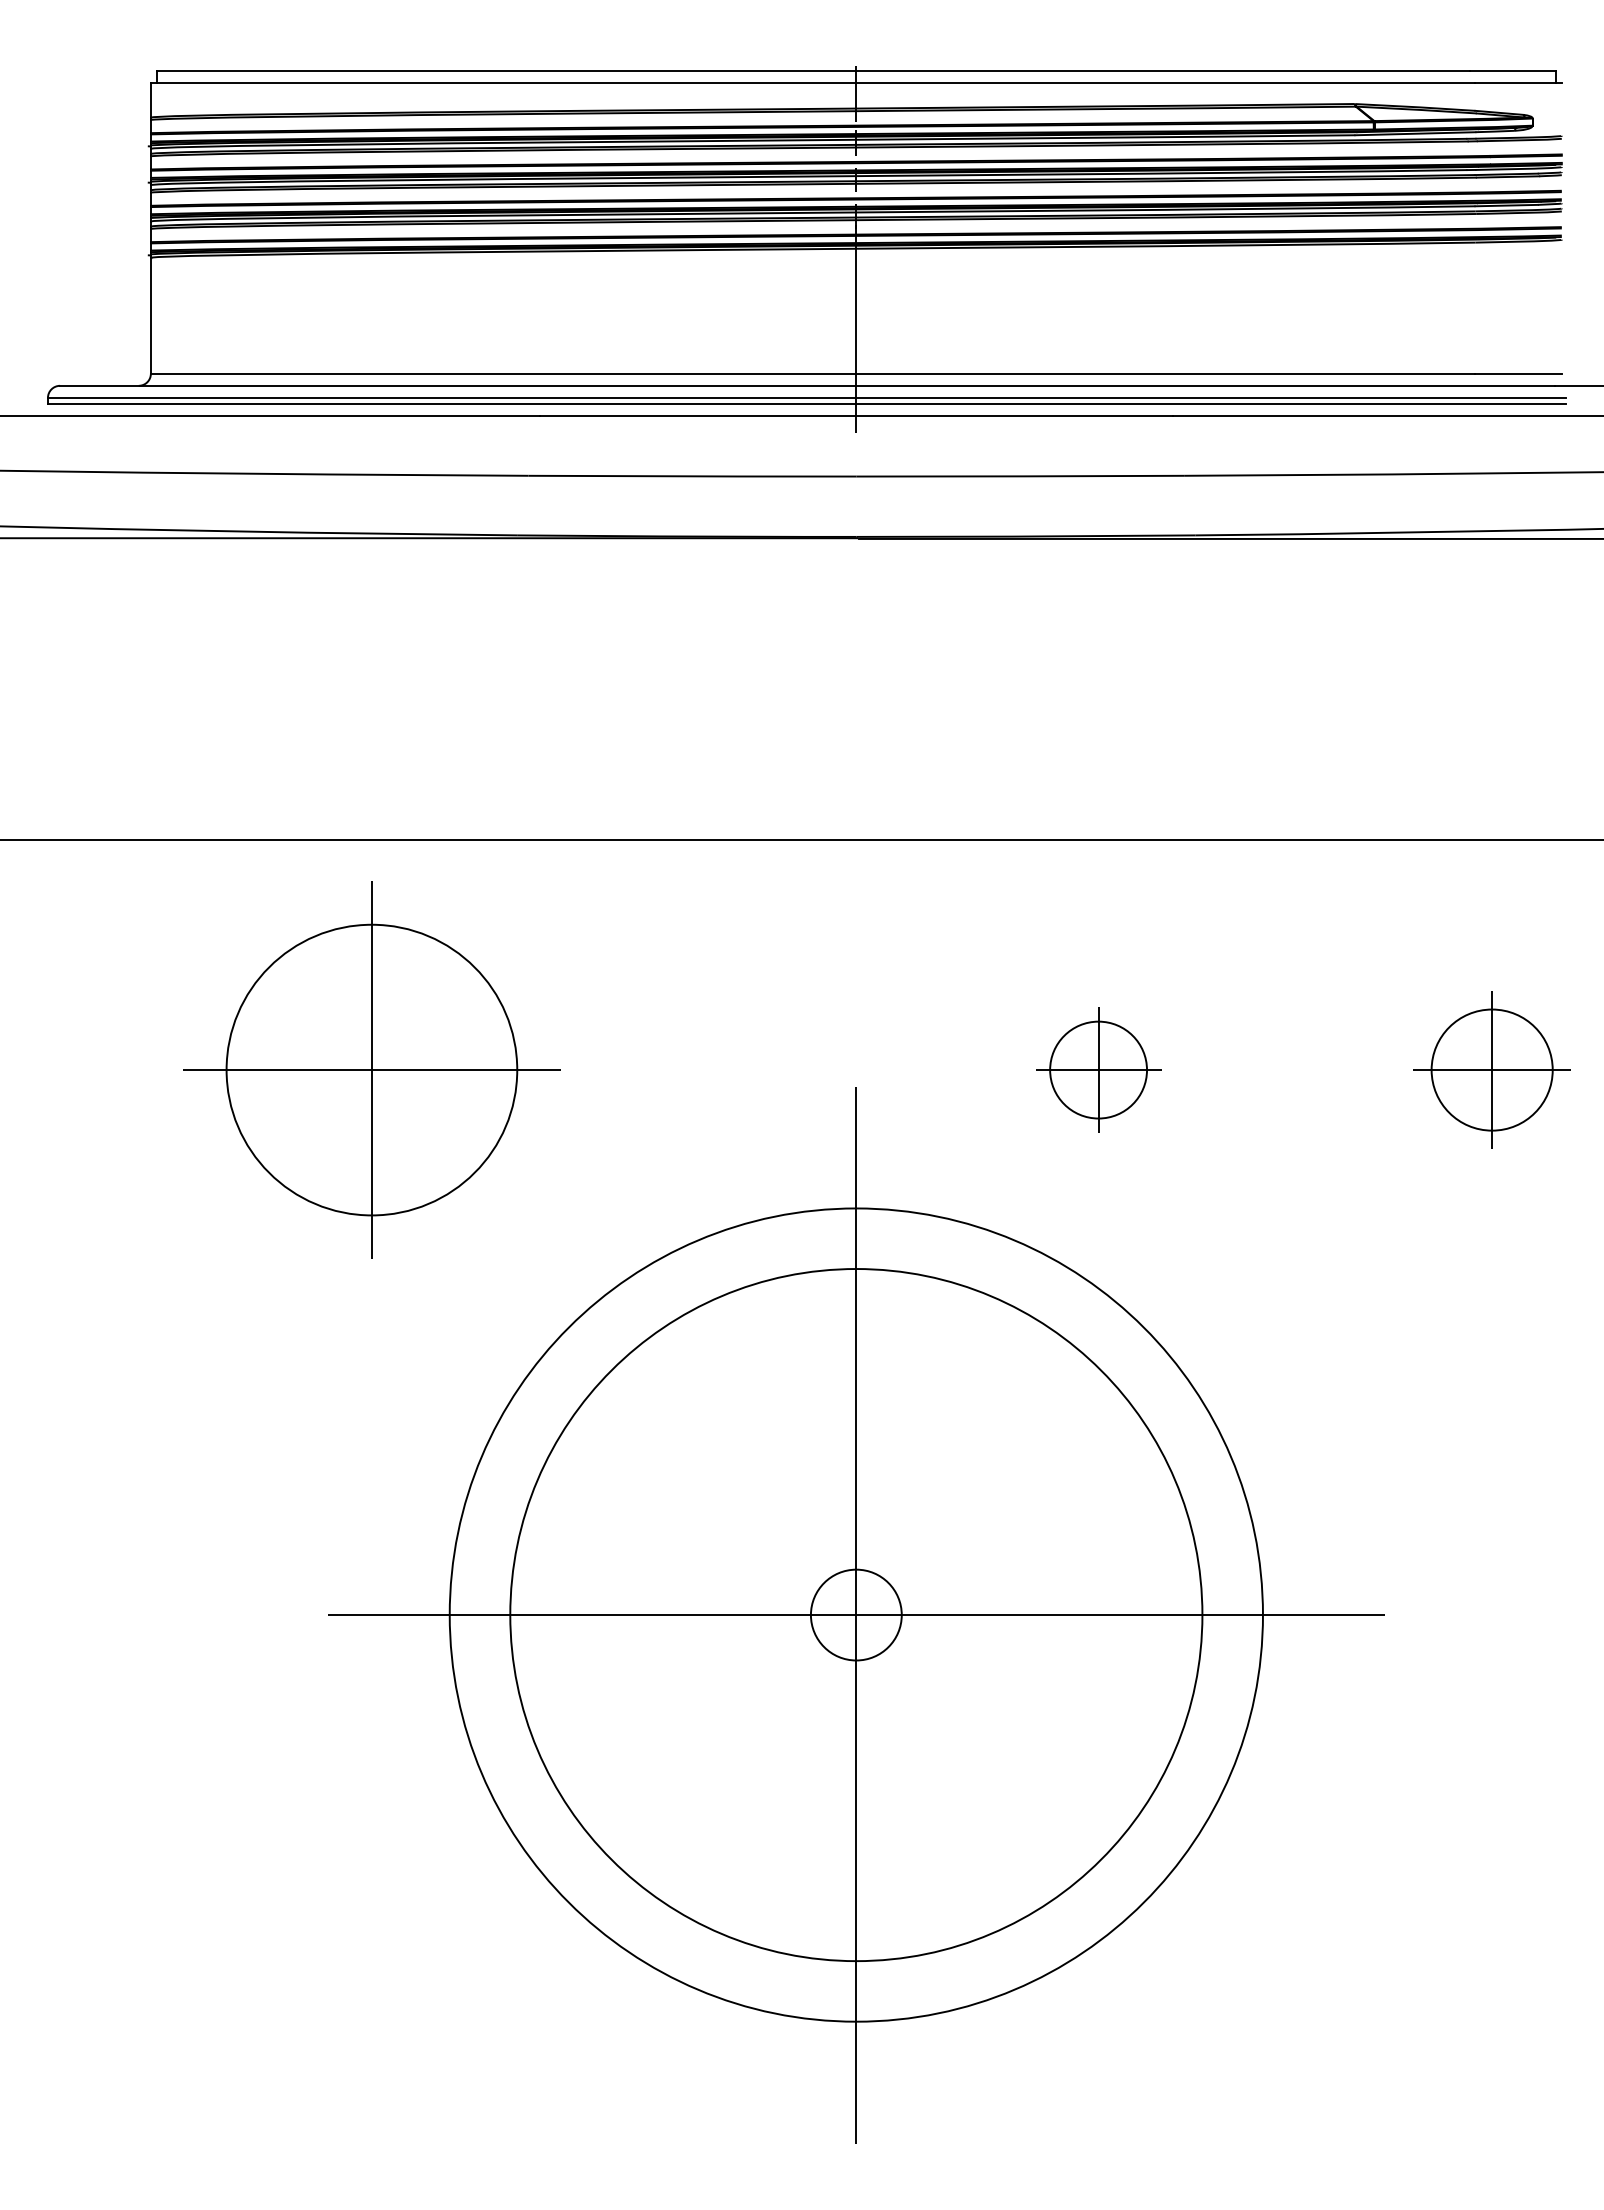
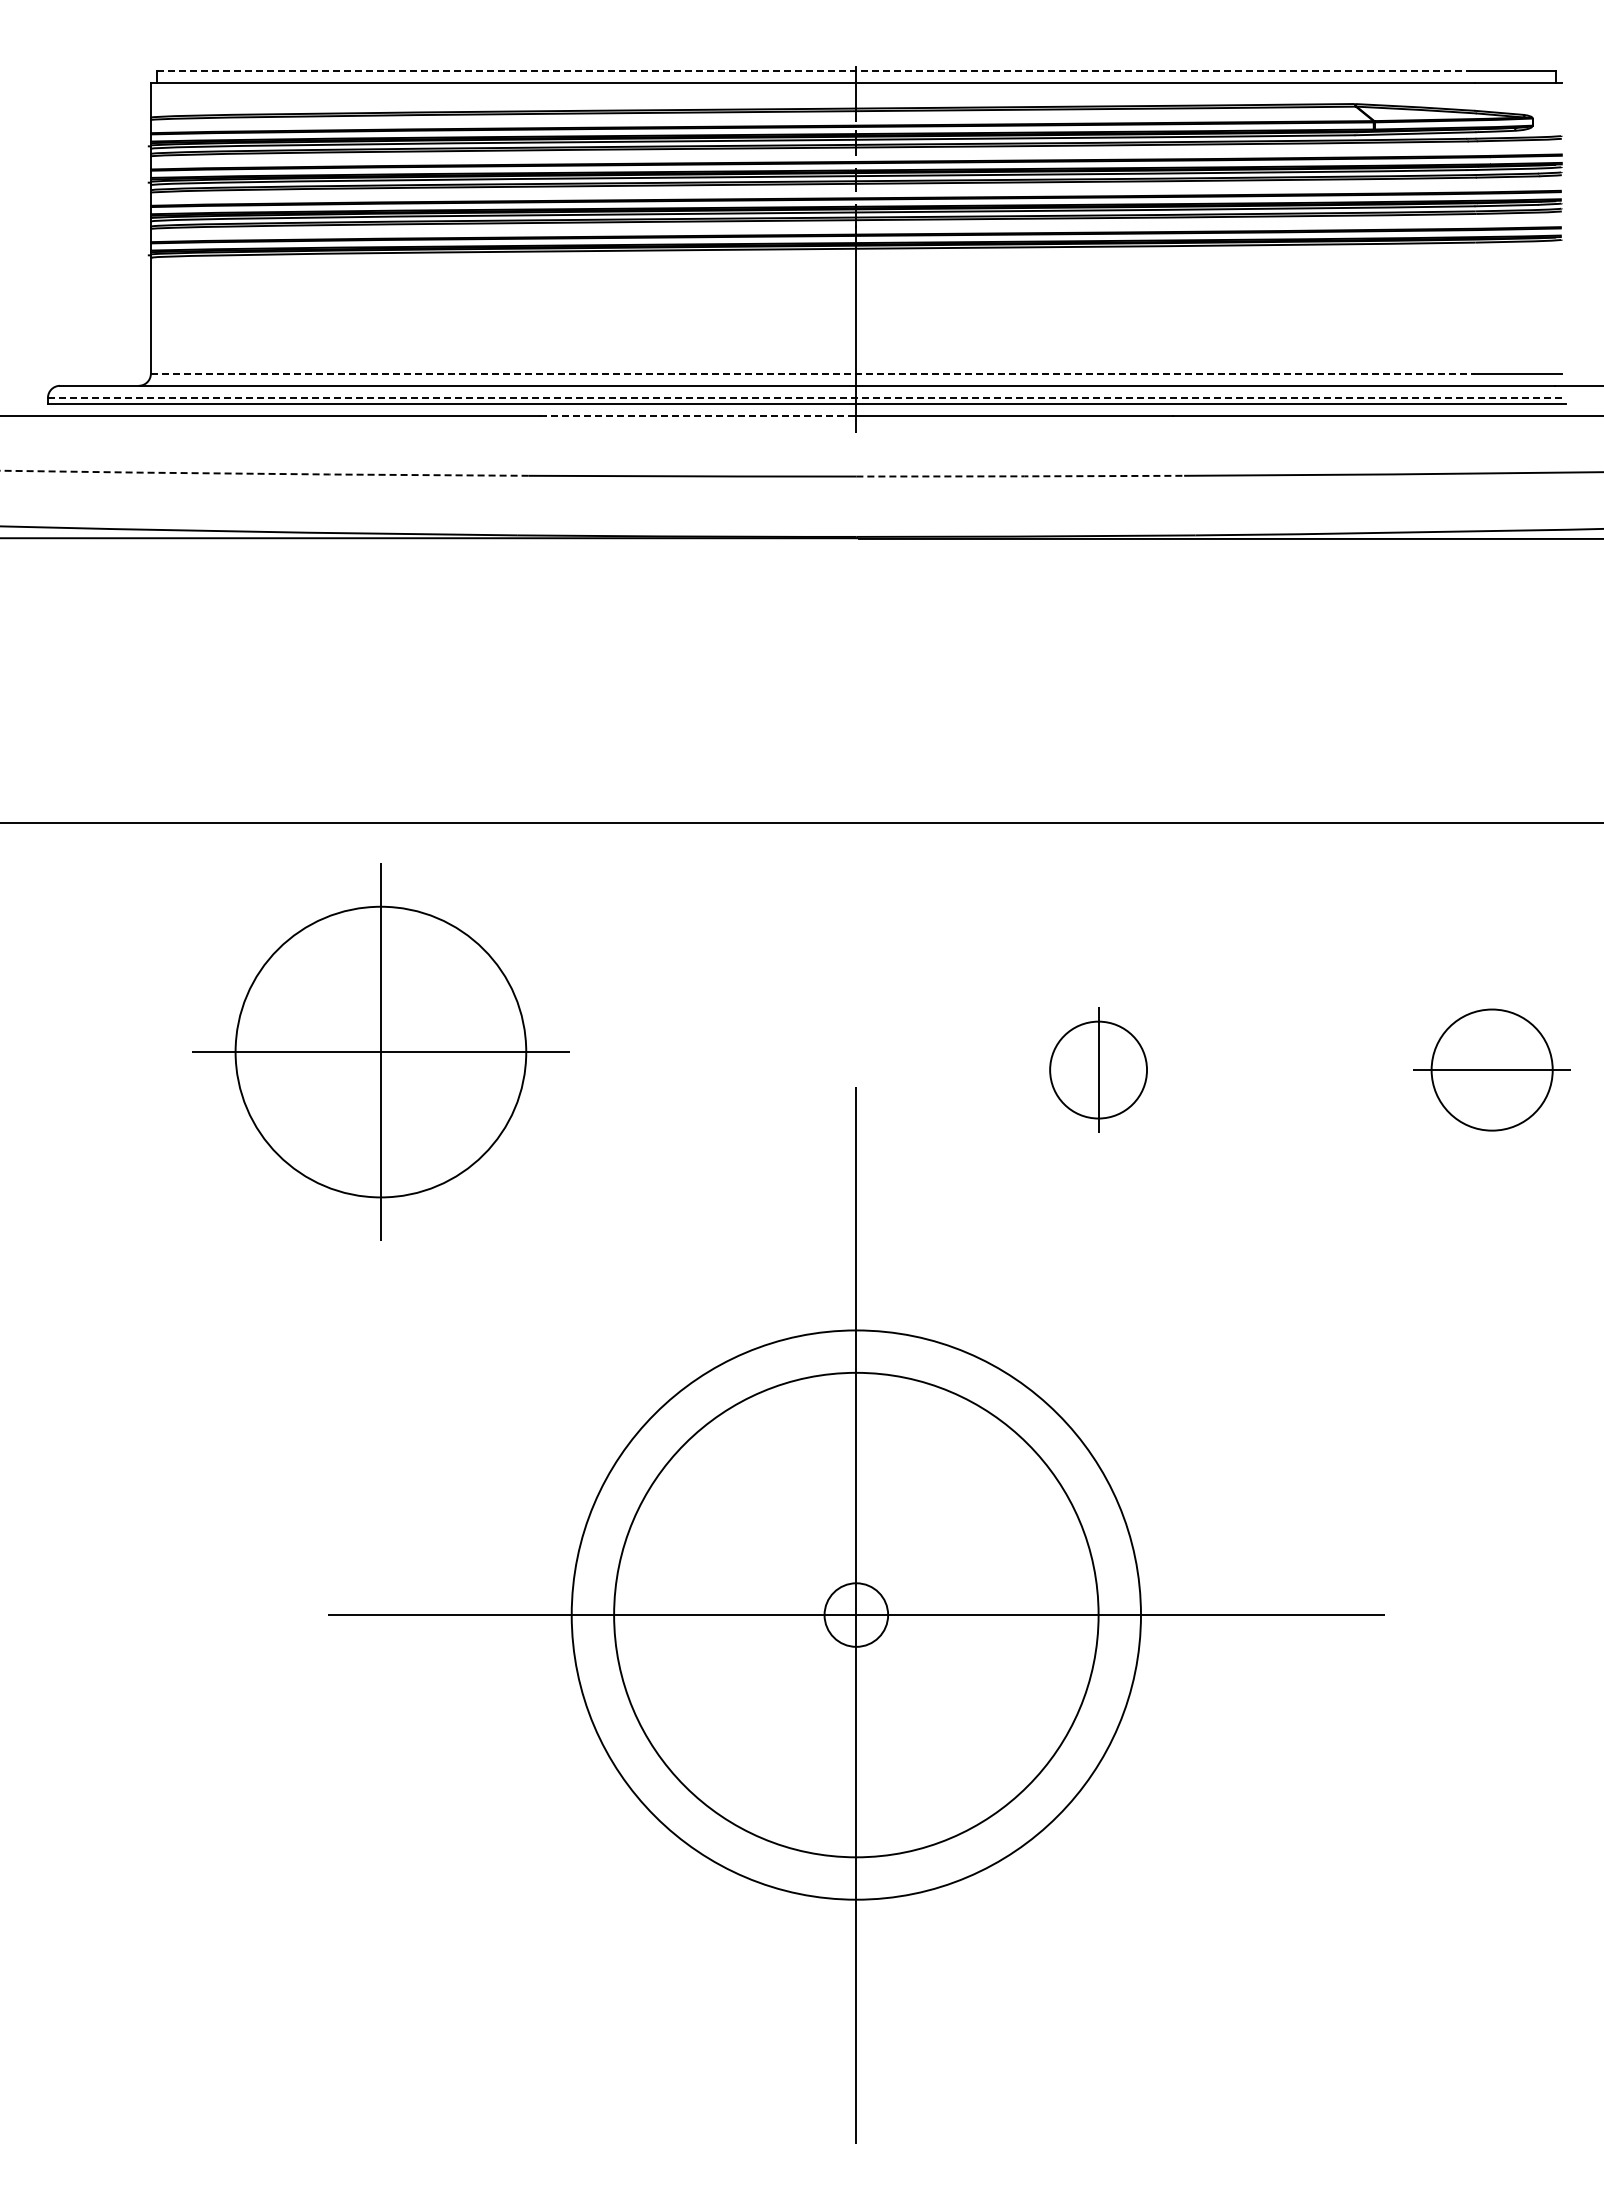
line at (813, 70): solid -> dashed
line at (813, 373): solid -> dashed
line at (806, 397): solid -> dashed
line at (698, 416): solid -> dashed
line at (264, 473): solid -> dashed
line at (1020, 476): solid -> dashed
line at (801, 839) position: (801, 839) -> (801, 822)
part at (371, 1069) position: (371, 1069) -> (380, 1051)
line at (1492, 1069): present -> none
line at (1098, 1070): present -> none
circle at (855, 1614) diameter: 813 px -> 569 px
circle at (855, 1614) diameter: 91 px -> 64 px
circle at (856, 1615) diameter: 692 px -> 484 px
